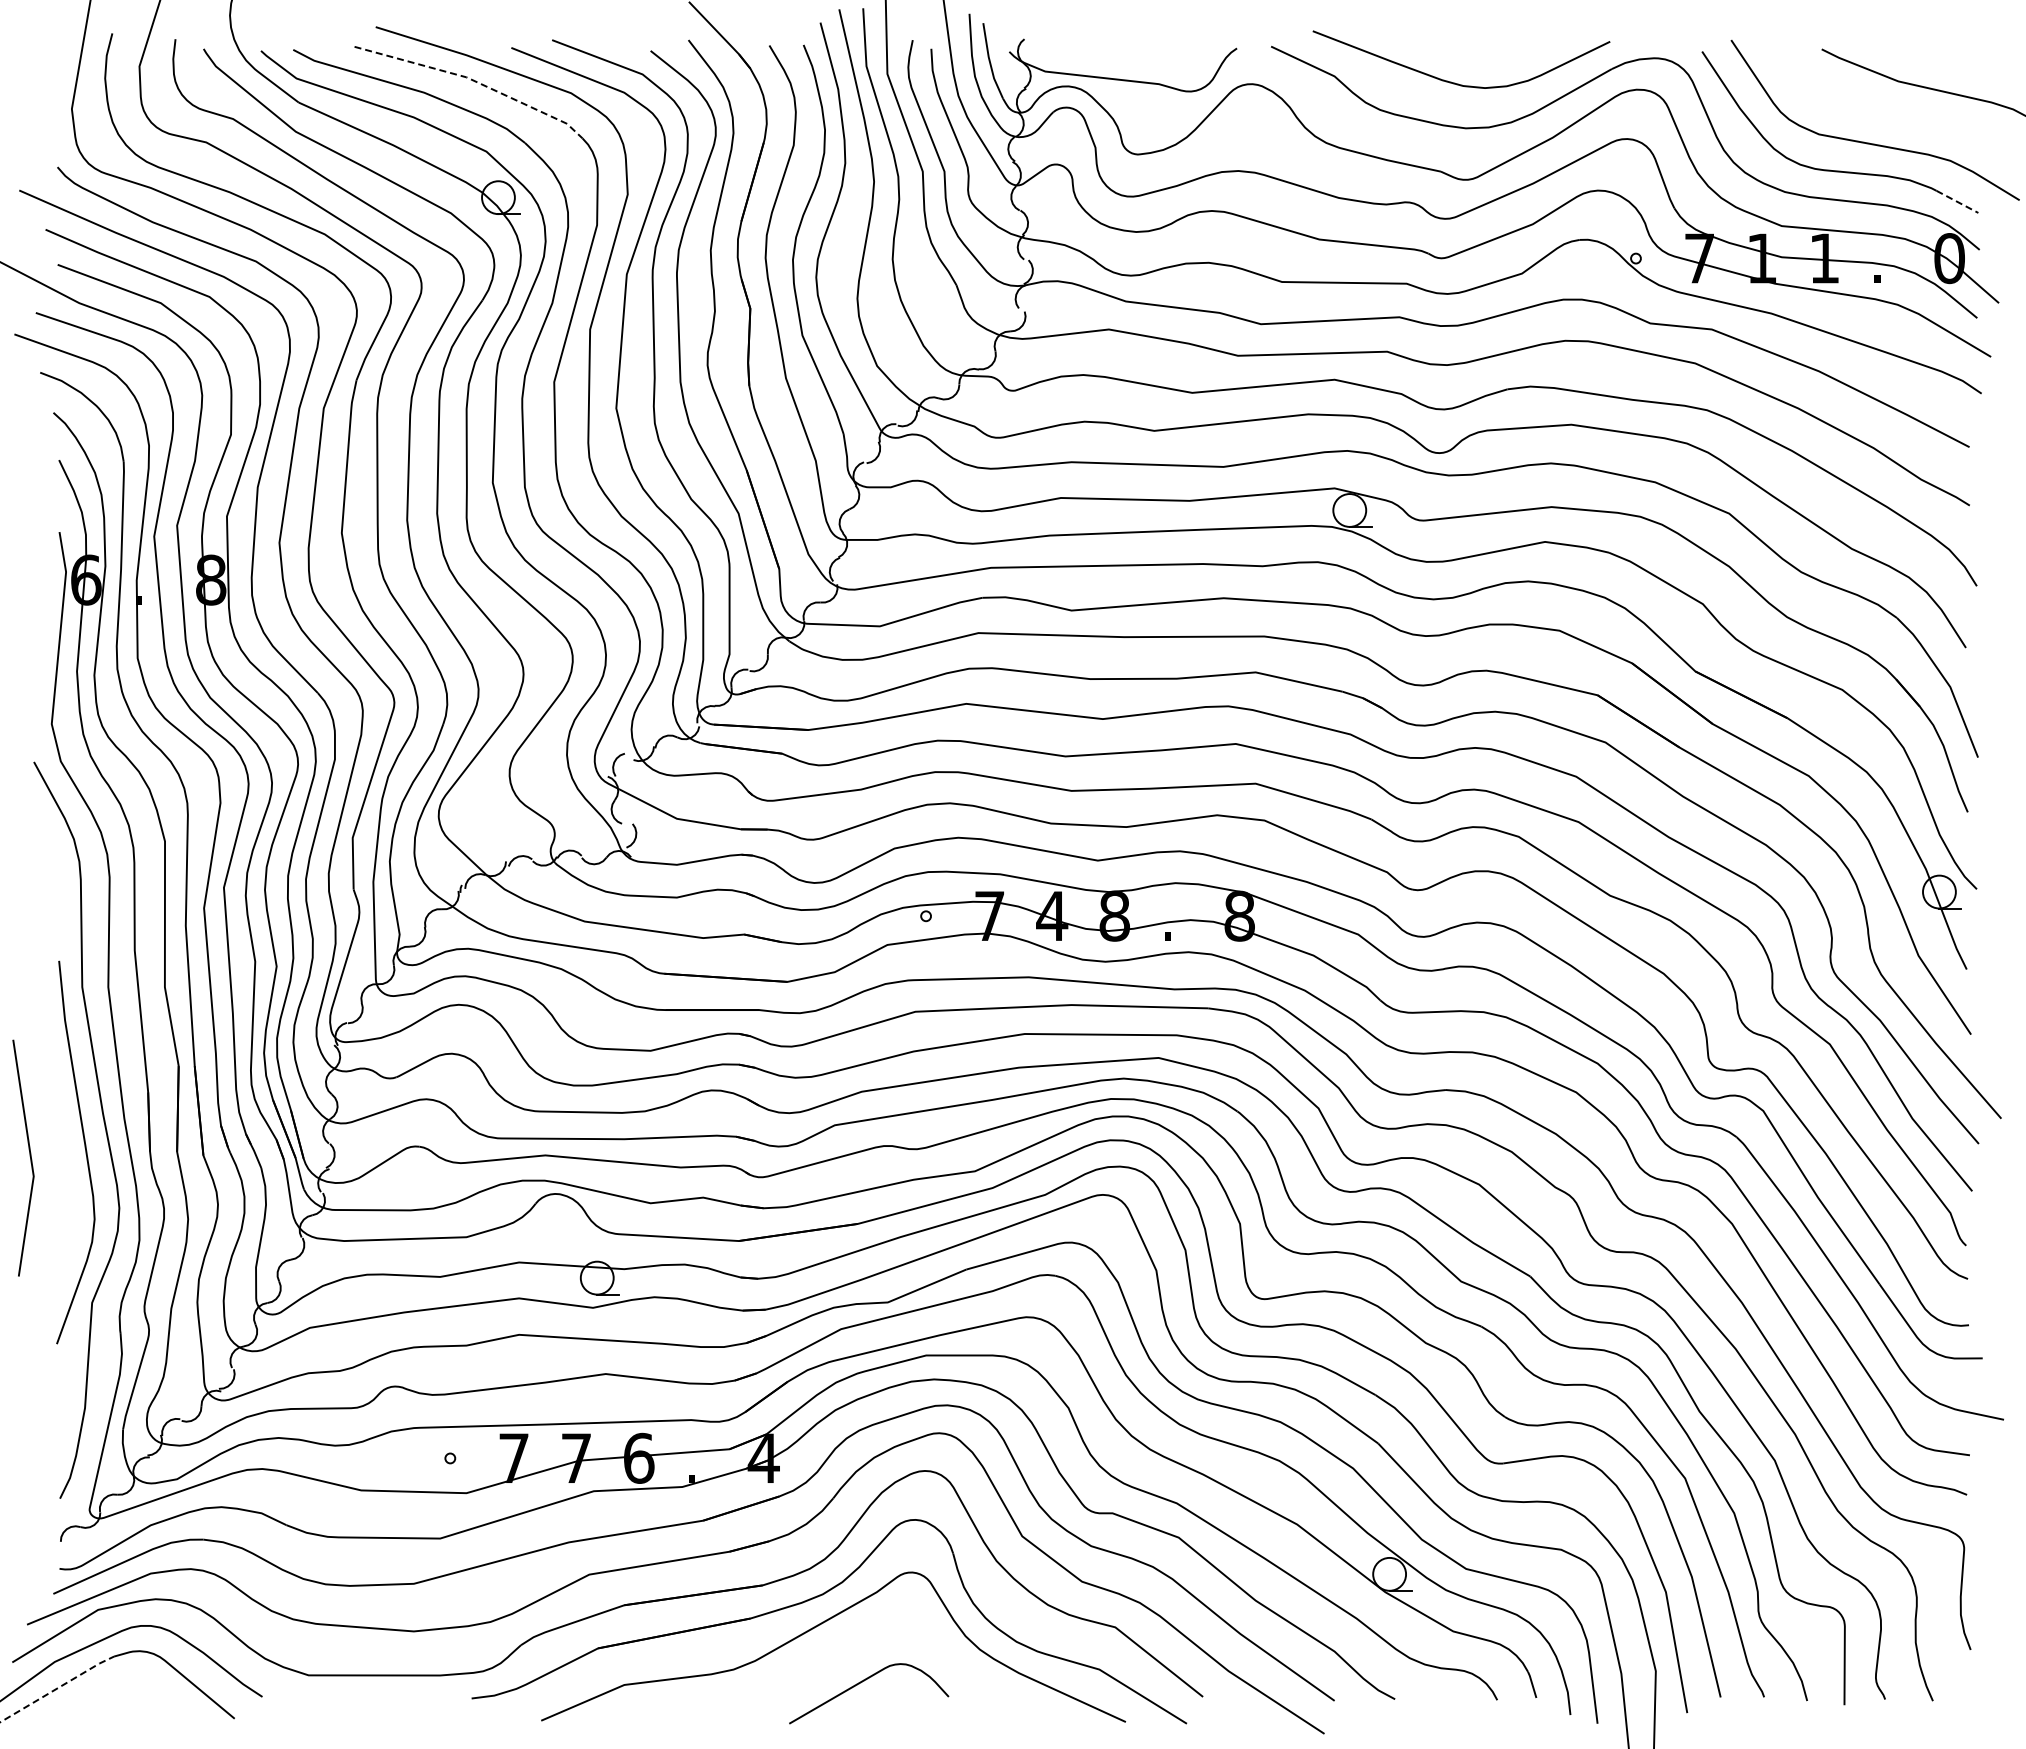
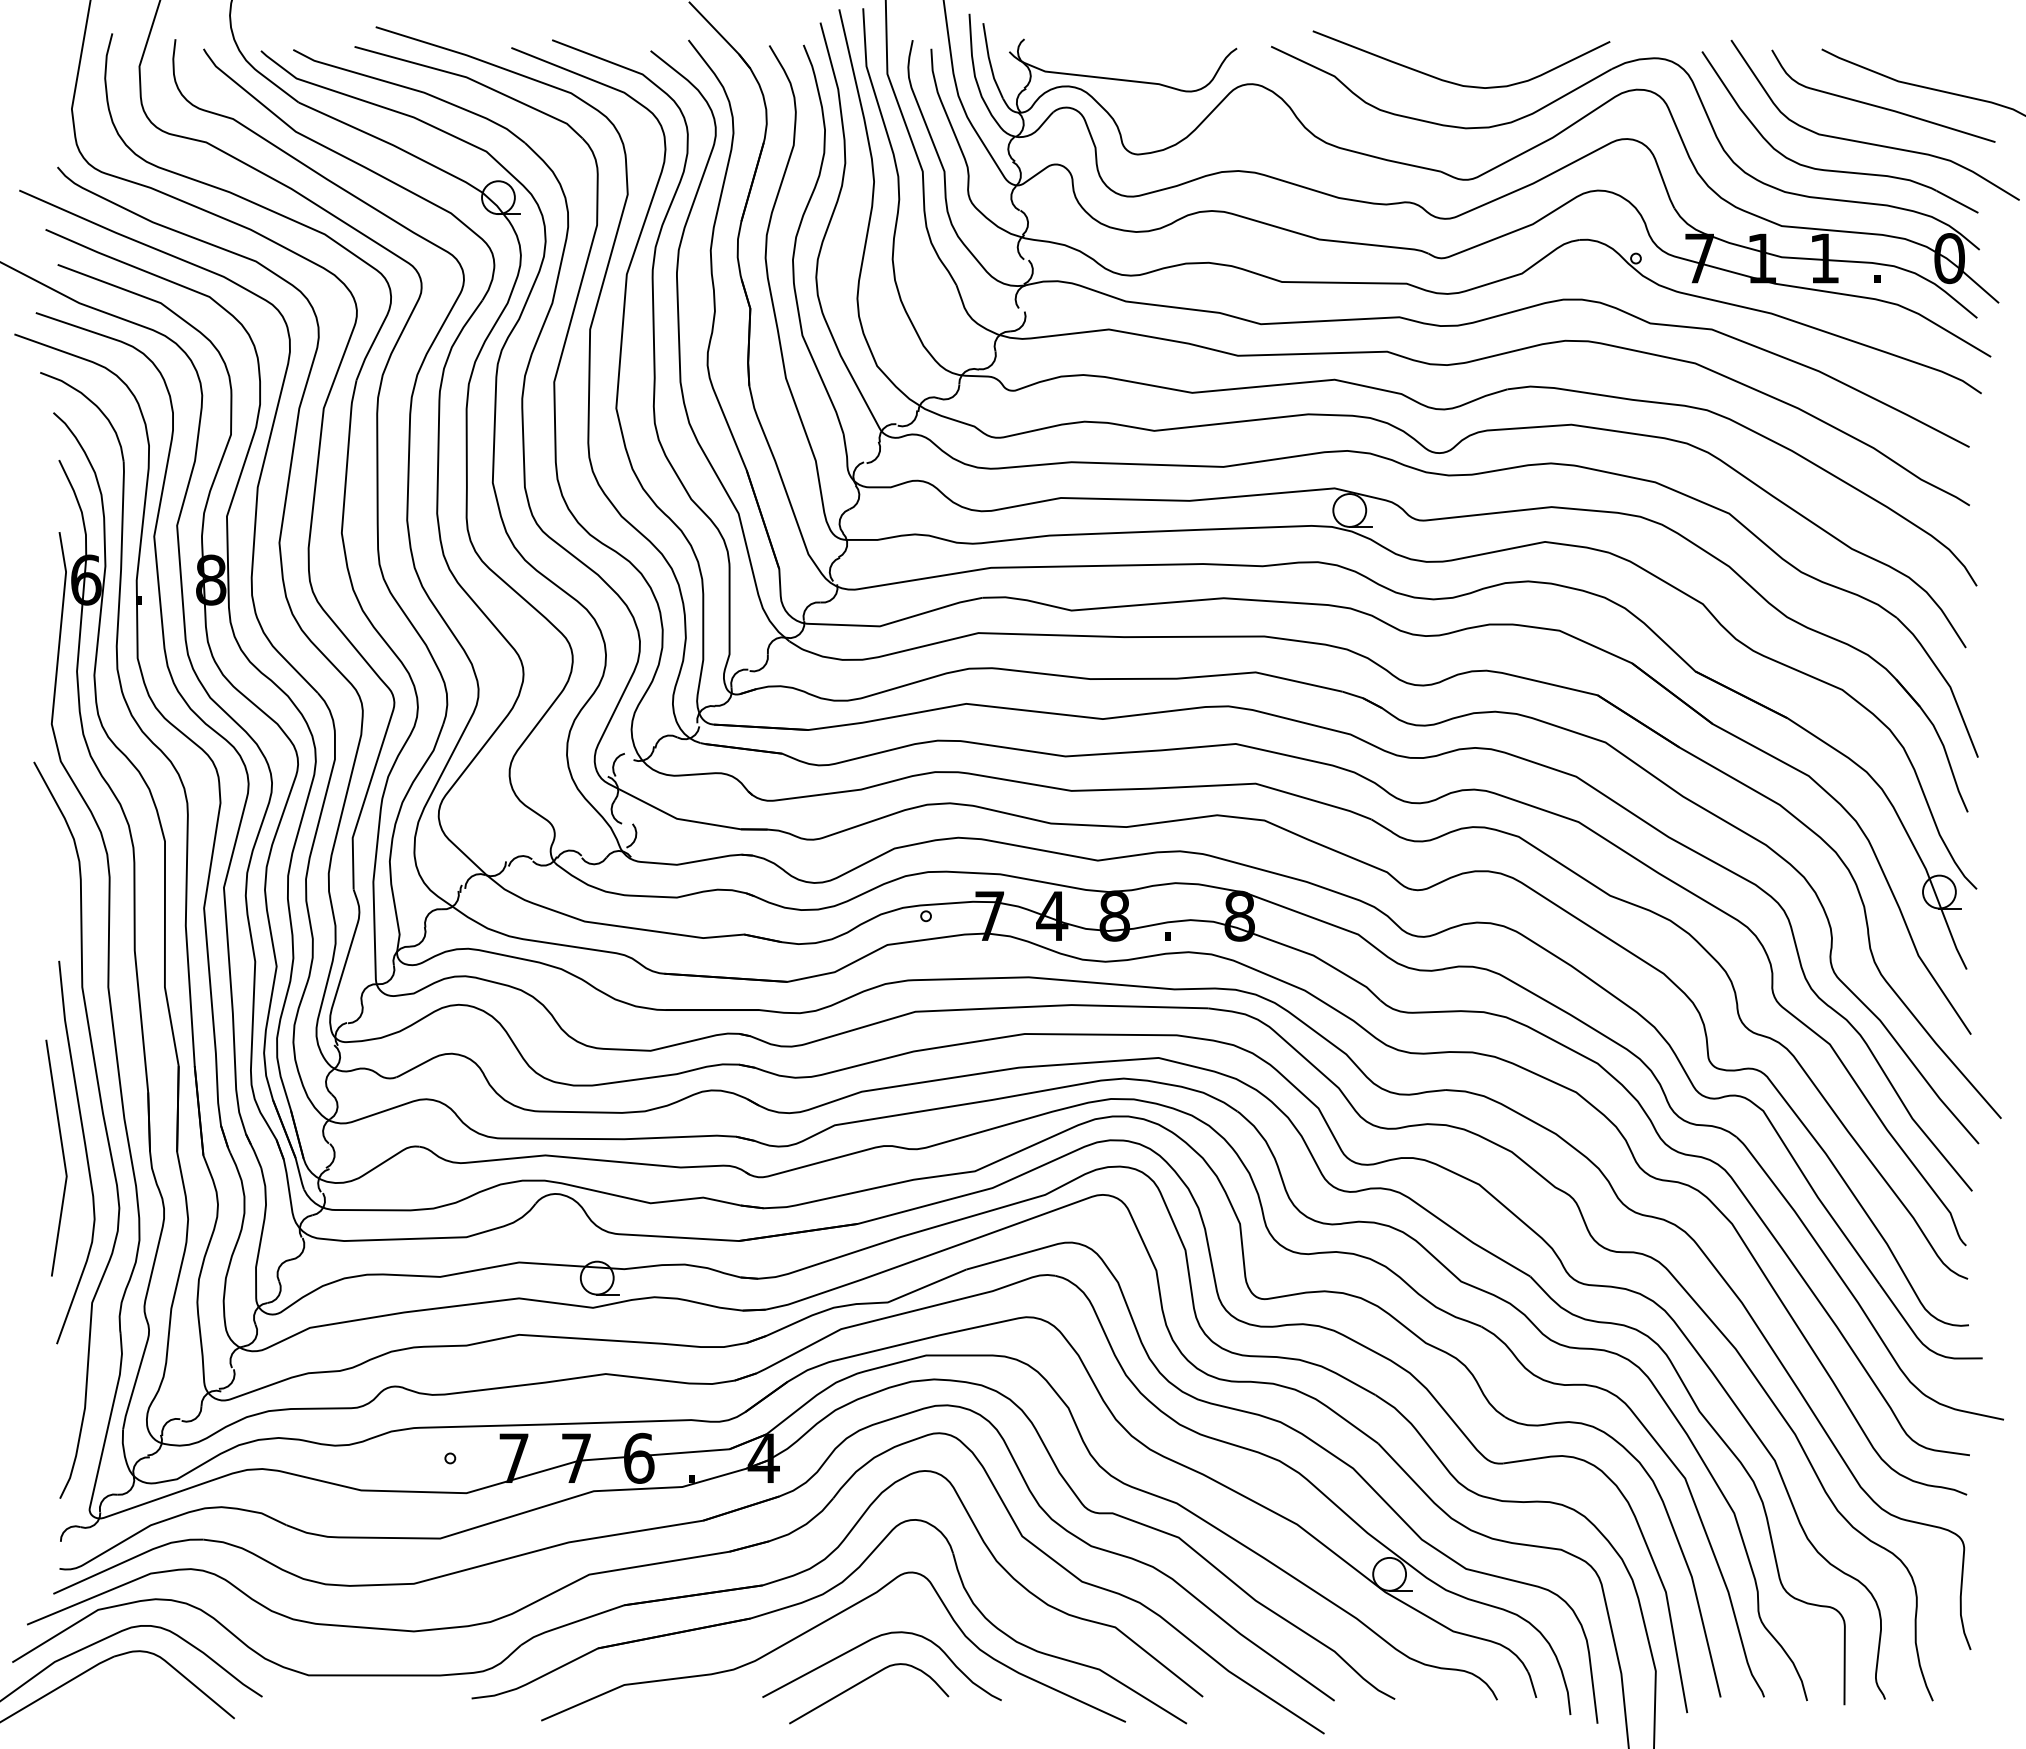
line at (473, 80): dashed -> solid
curve at (1878, 105): none -> present
line at (1957, 201): dashed -> solid
line at (29, 1156) position: (29, 1156) -> (62, 1156)
curve at (866, 1643): none -> present
line at (57, 1688): dashed -> solid
